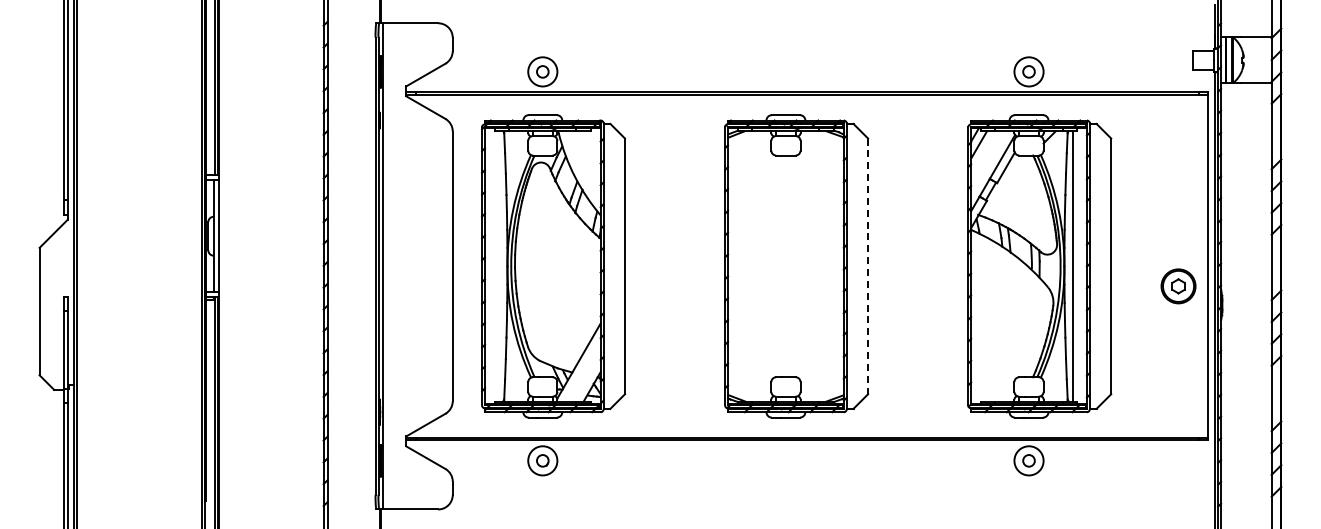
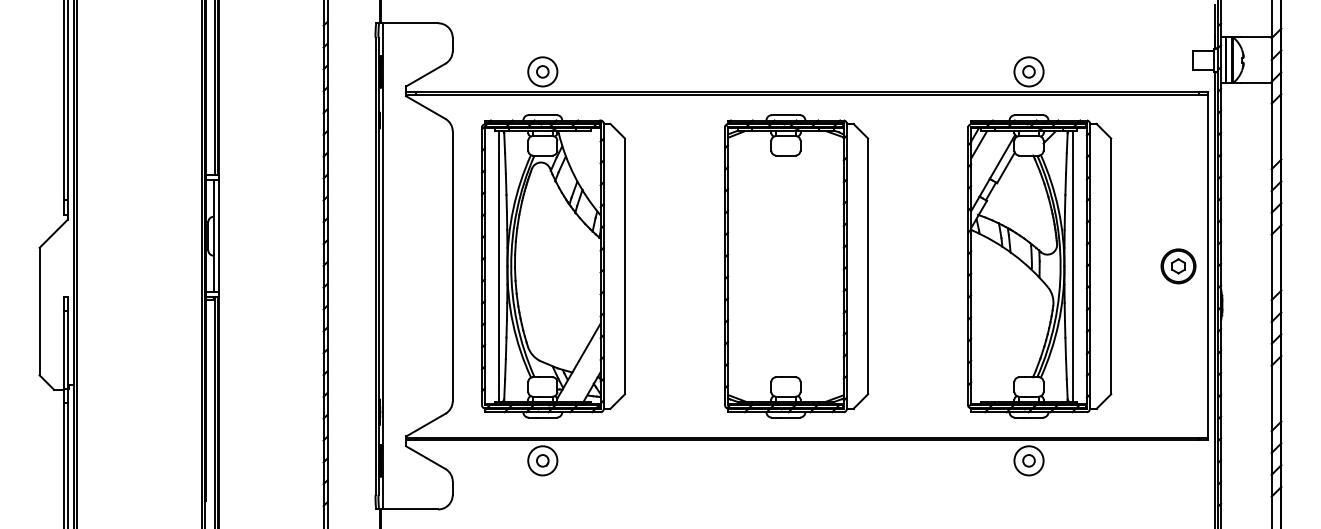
line at (499, 266): none -> present
line at (868, 266): dashed -> solid
part at (1178, 286) position: (1178, 286) -> (1178, 266)
